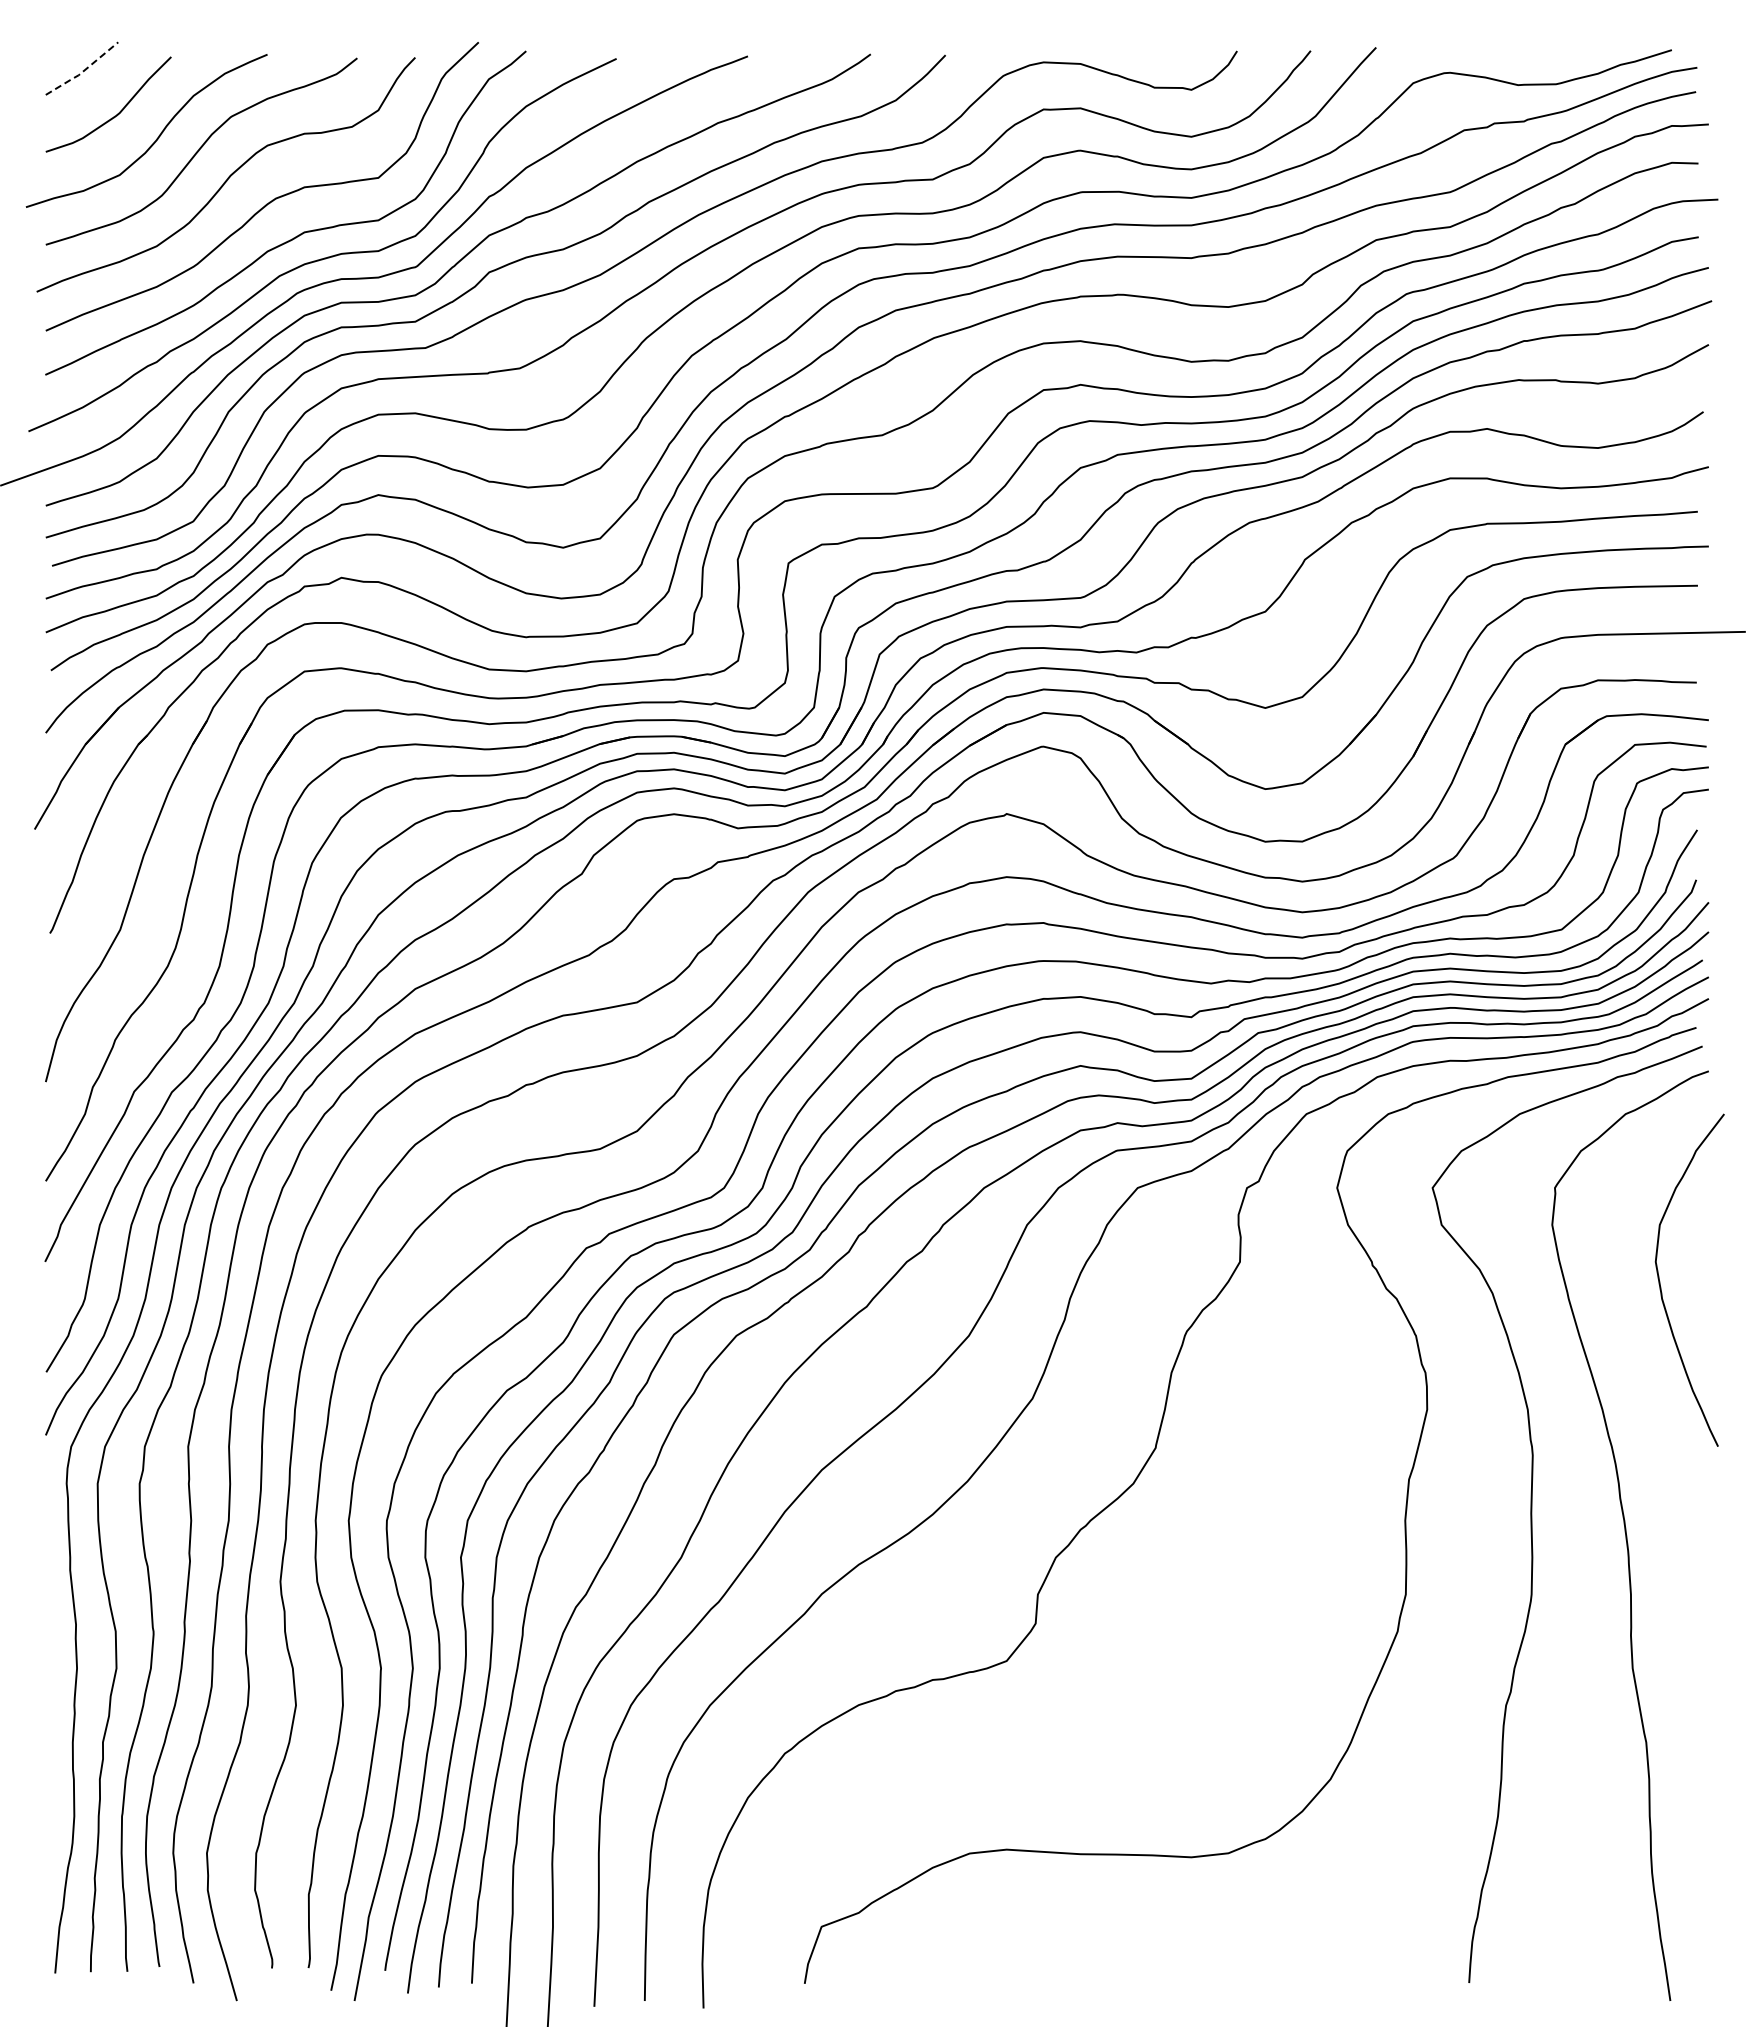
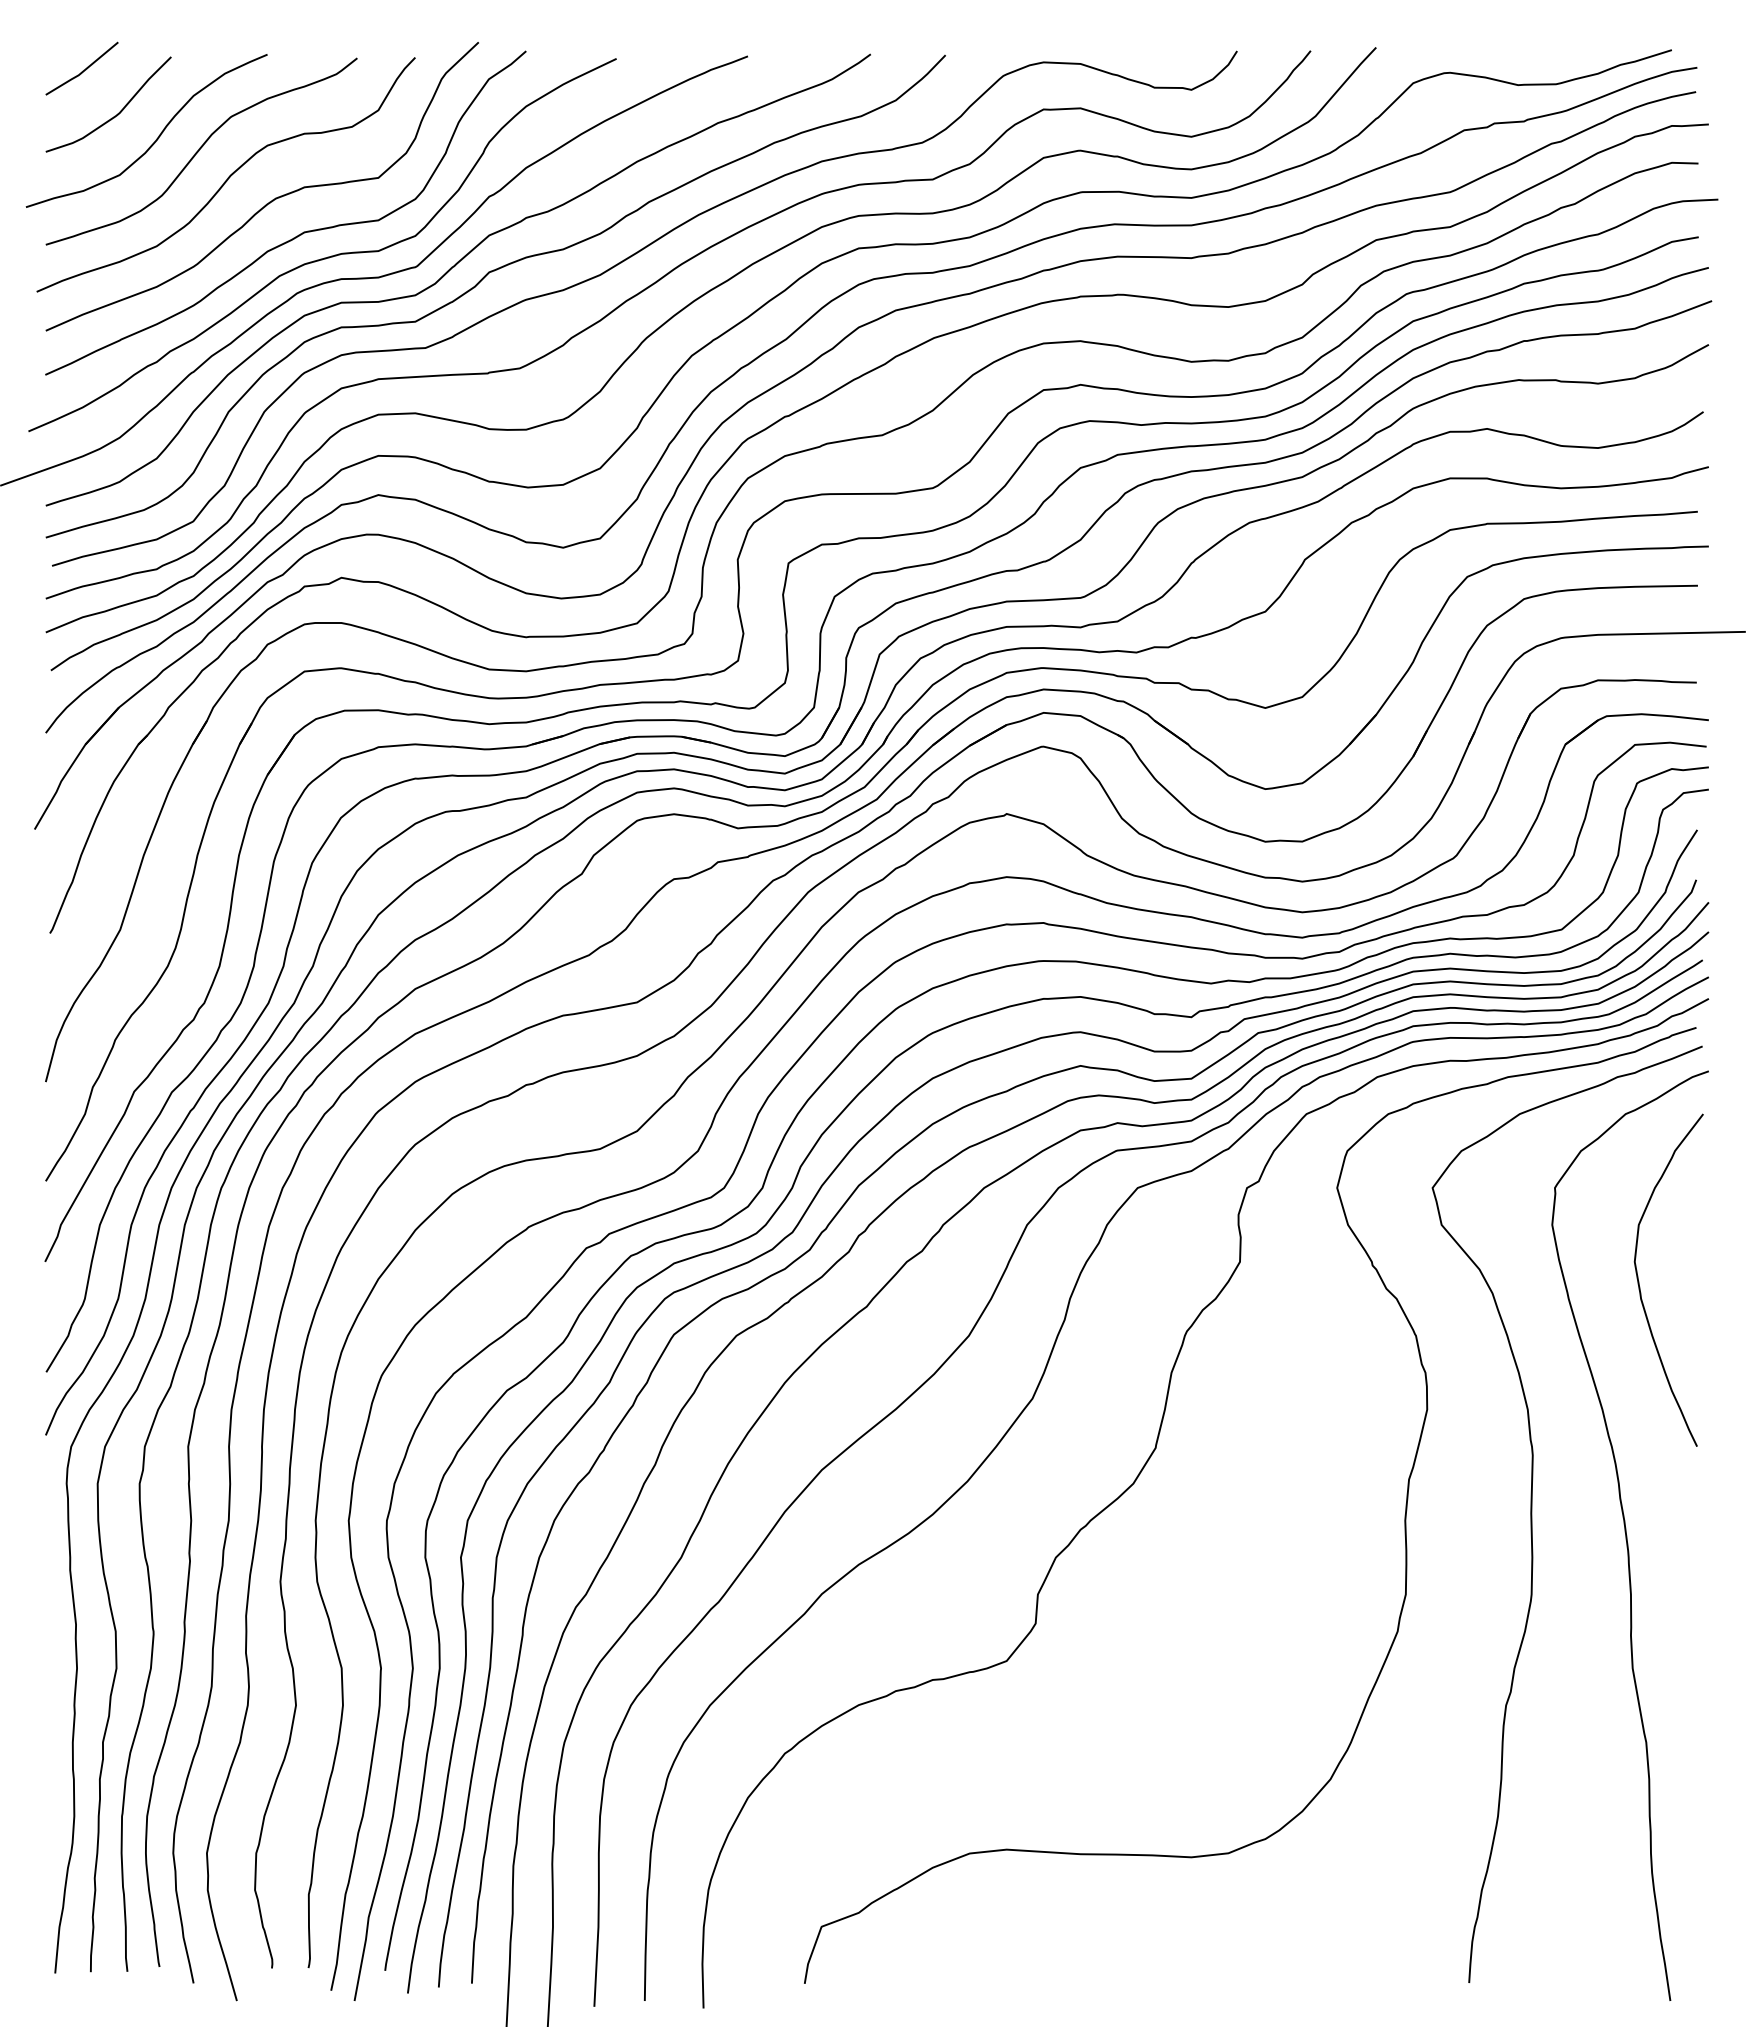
line at (82, 72): dashed -> solid
curve at (1660, 1281) position: (1660, 1281) -> (1639, 1281)
